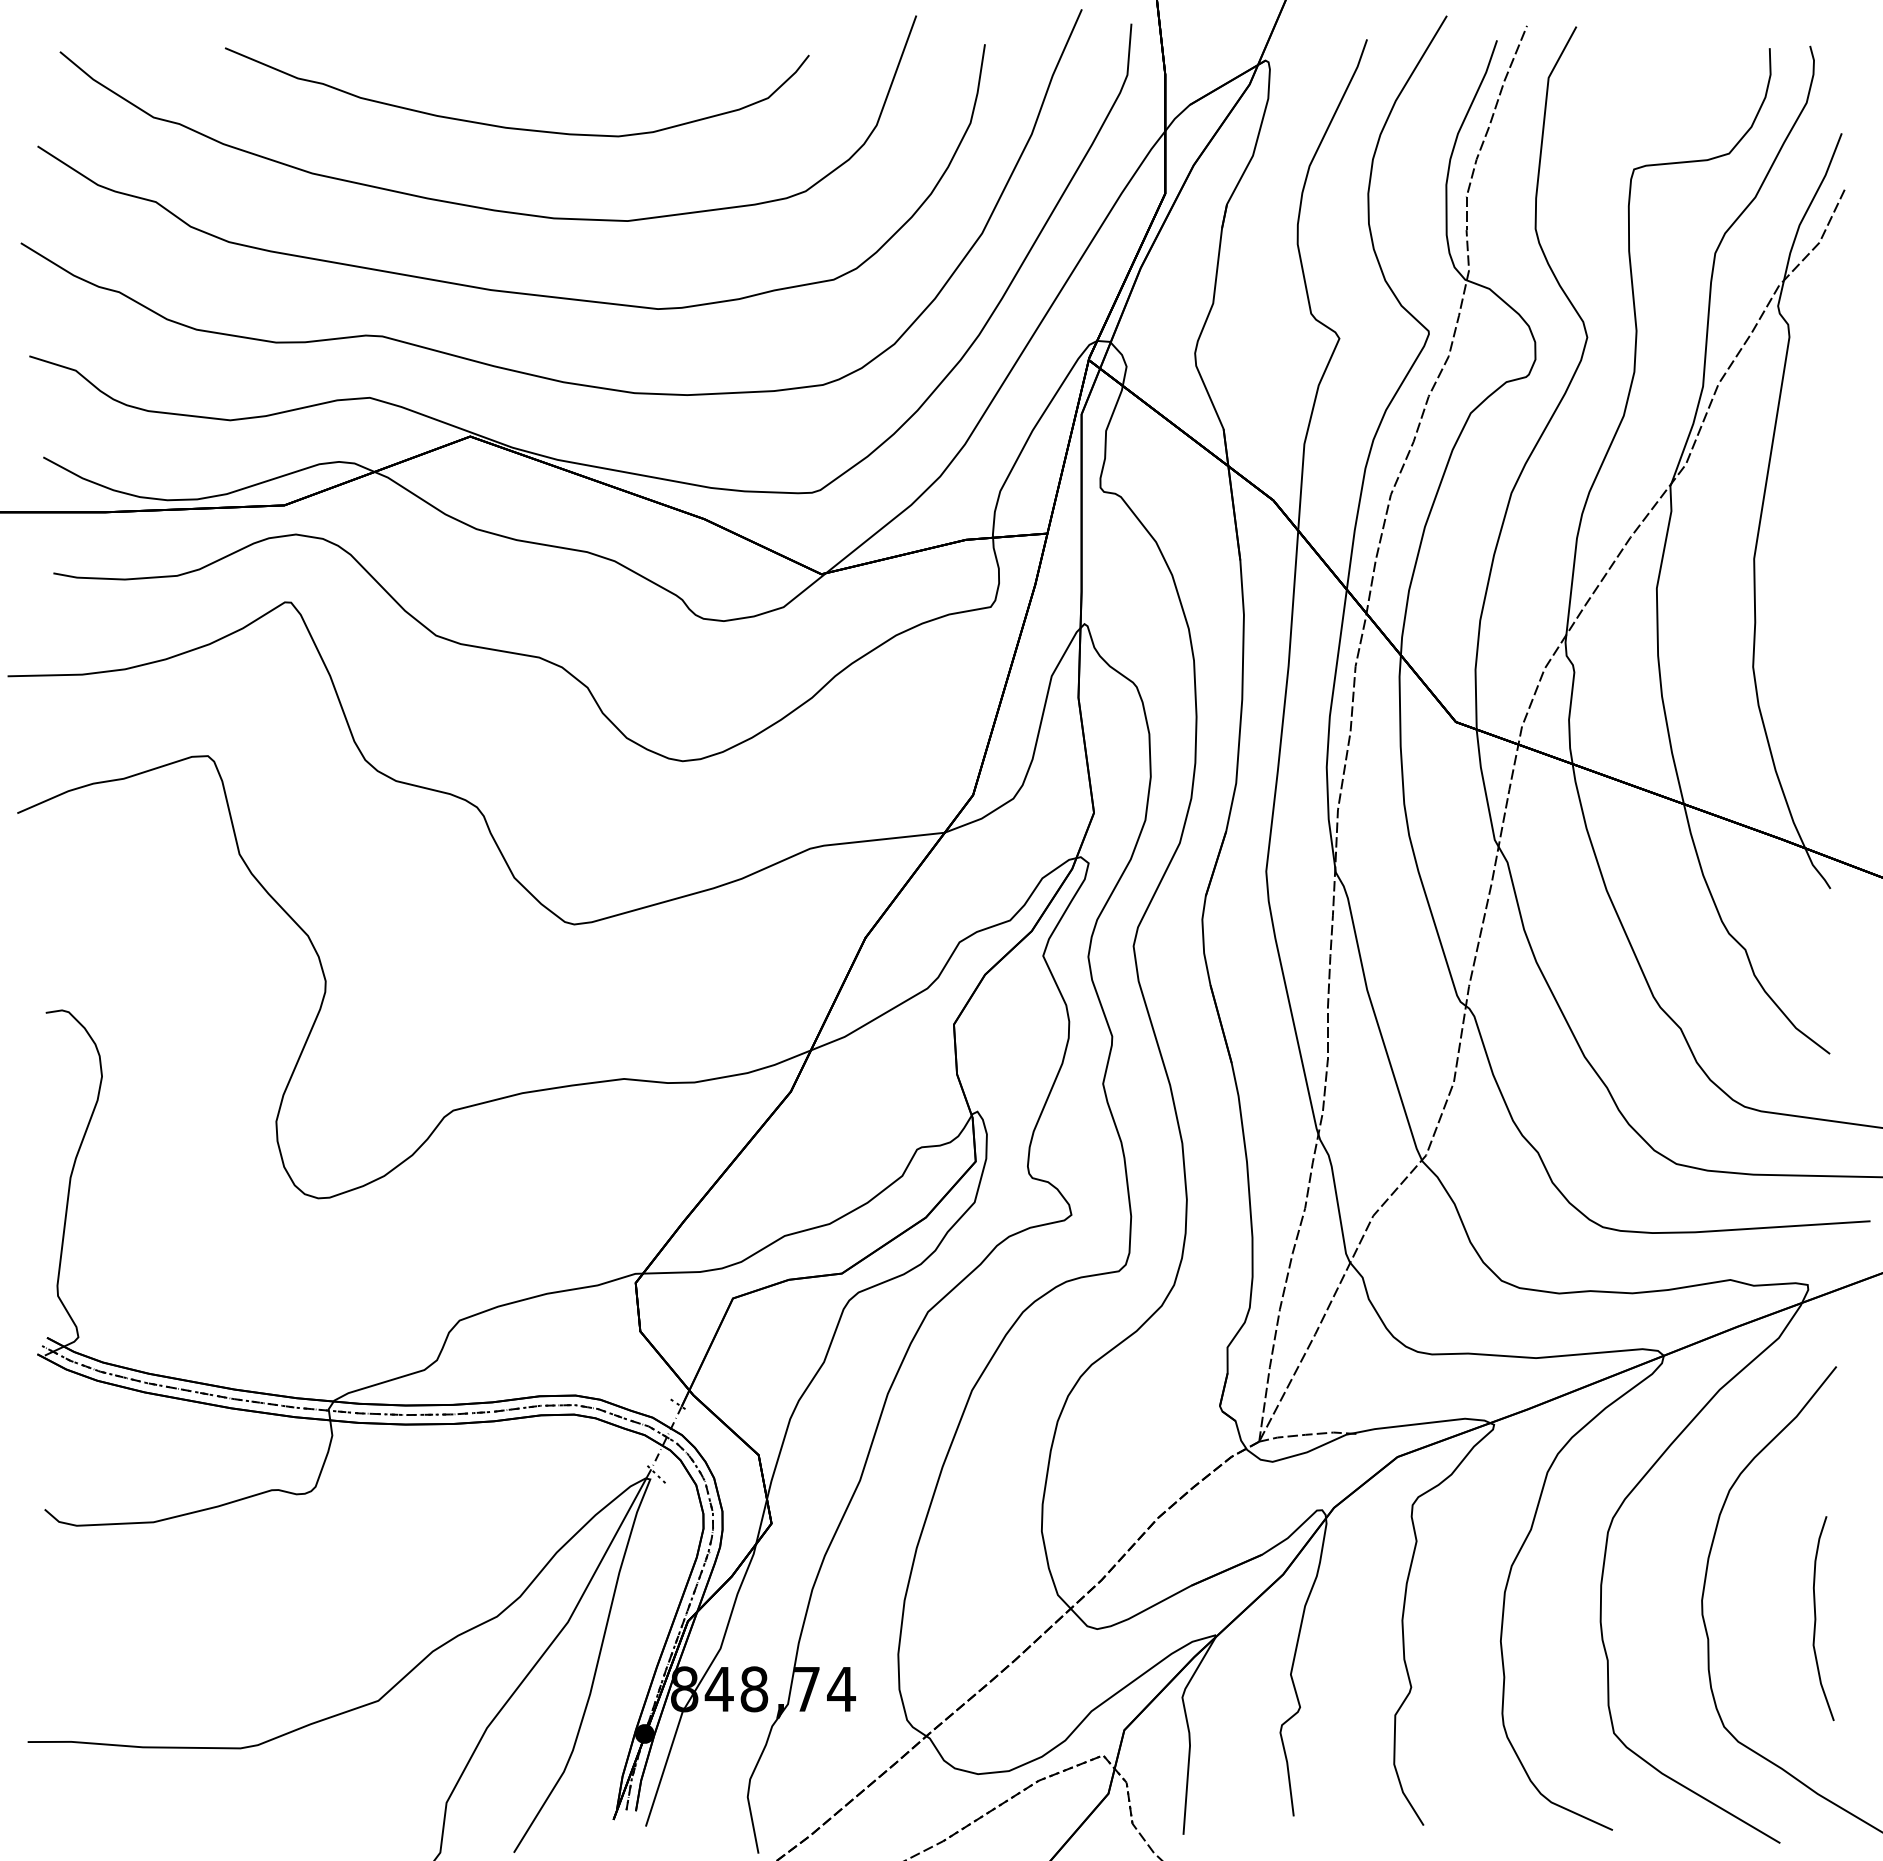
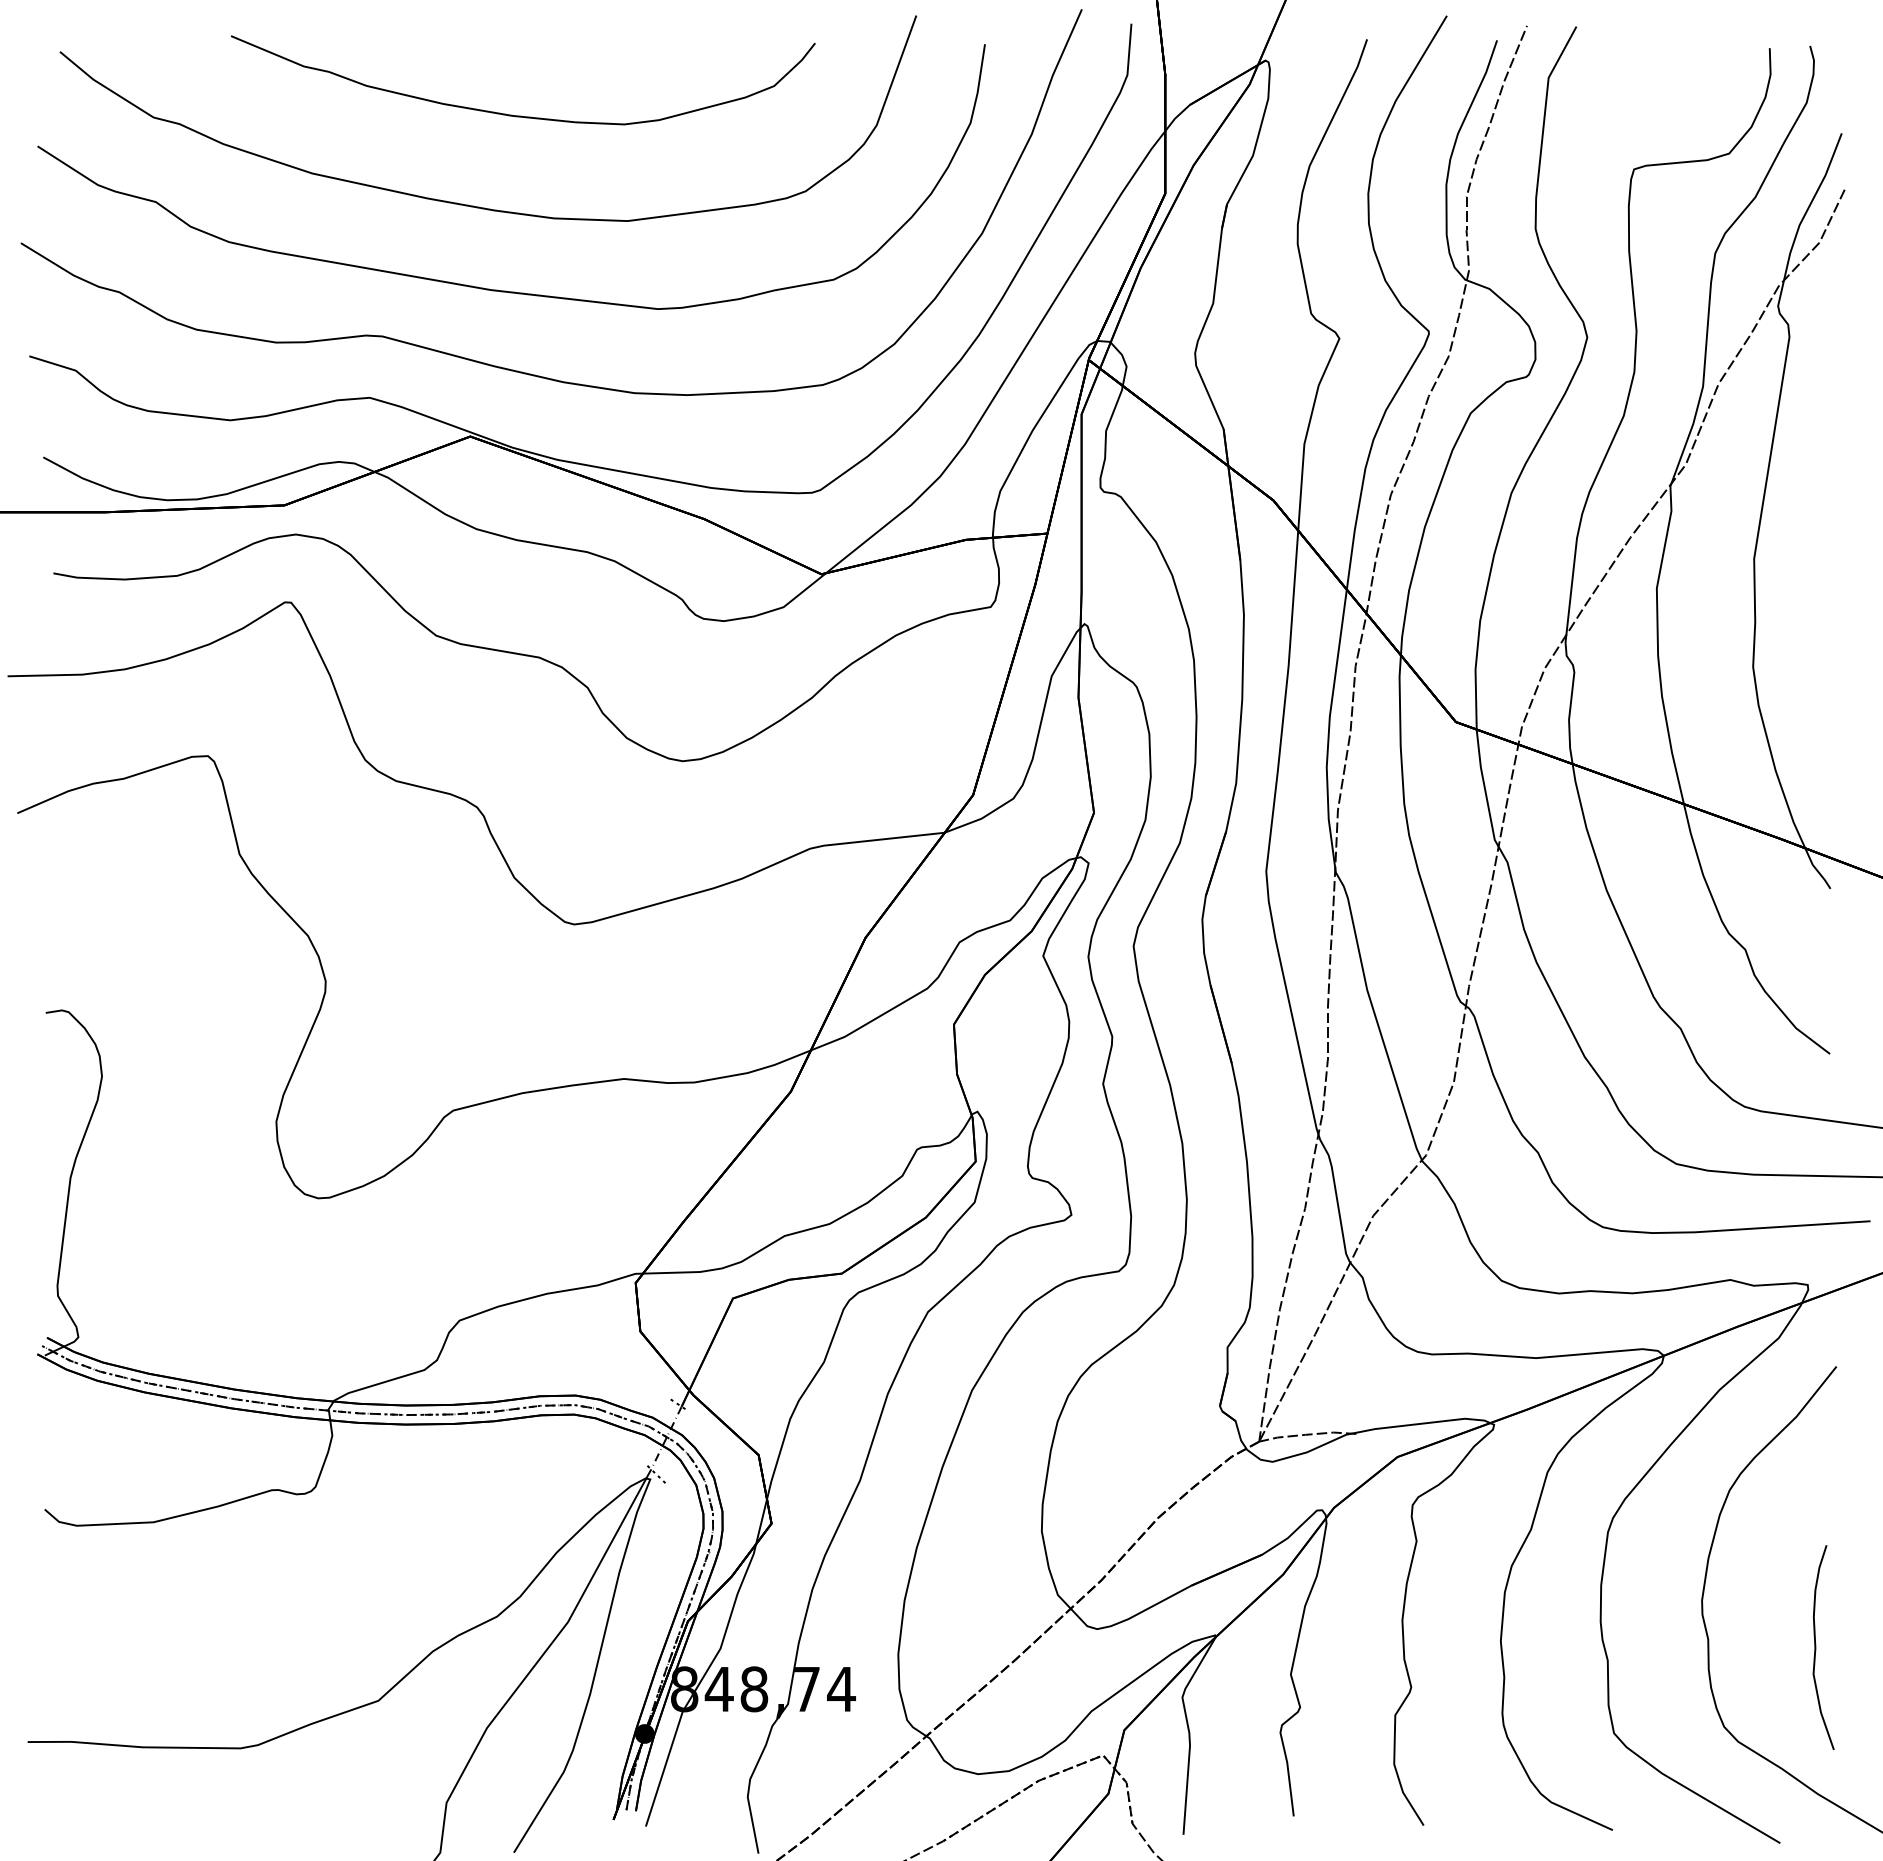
curve at (515, 127) position: (515, 127) -> (521, 115)
curve at (1816, 1618) position: (1816, 1618) -> (1816, 1647)
